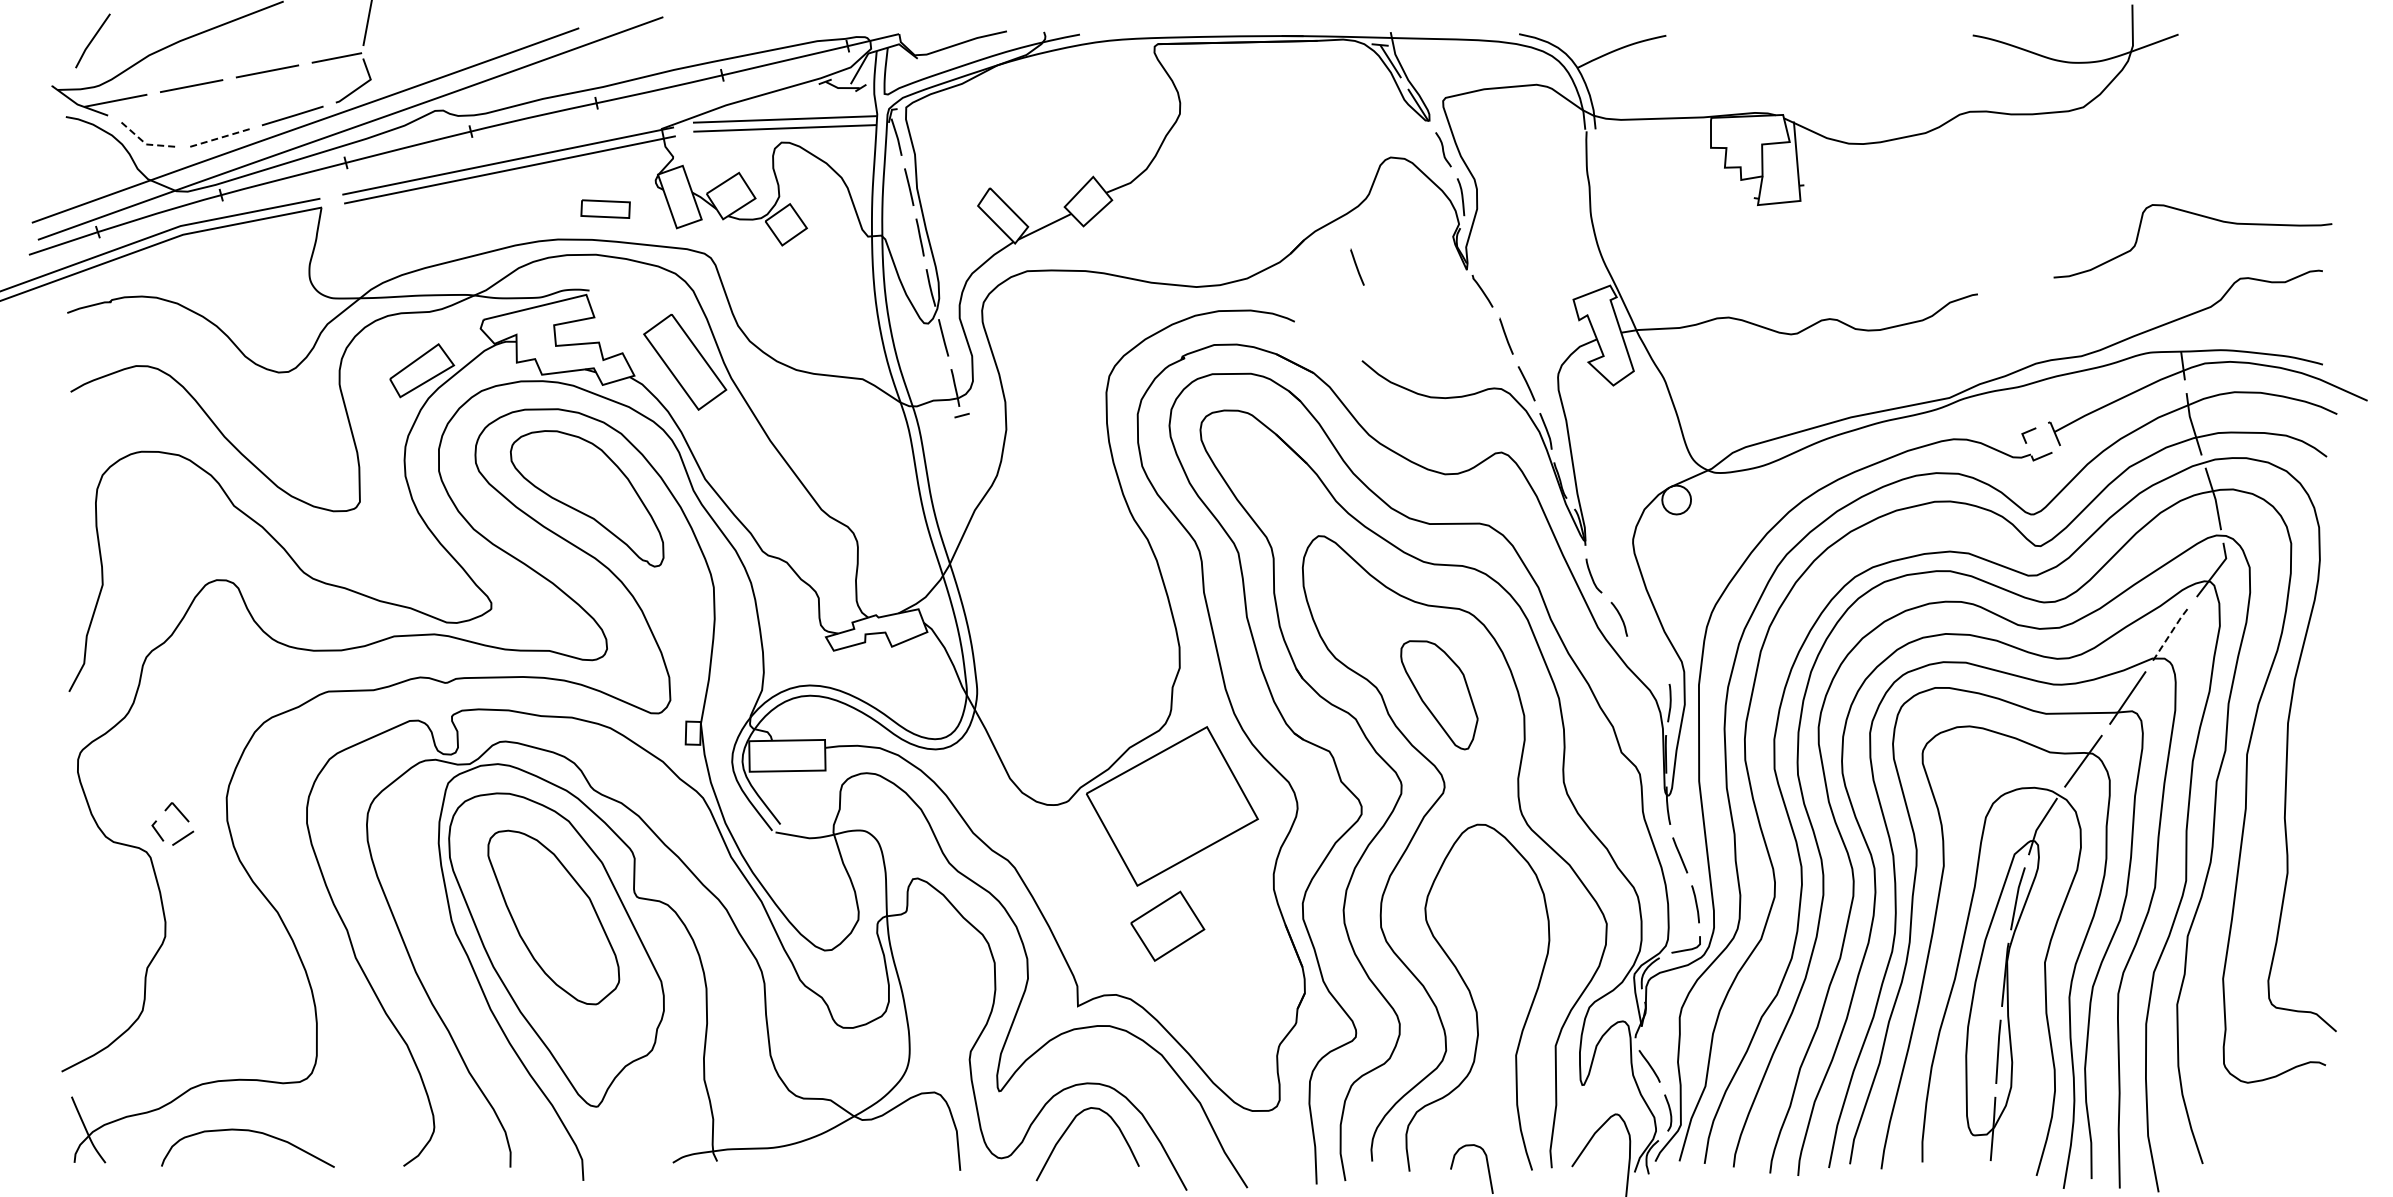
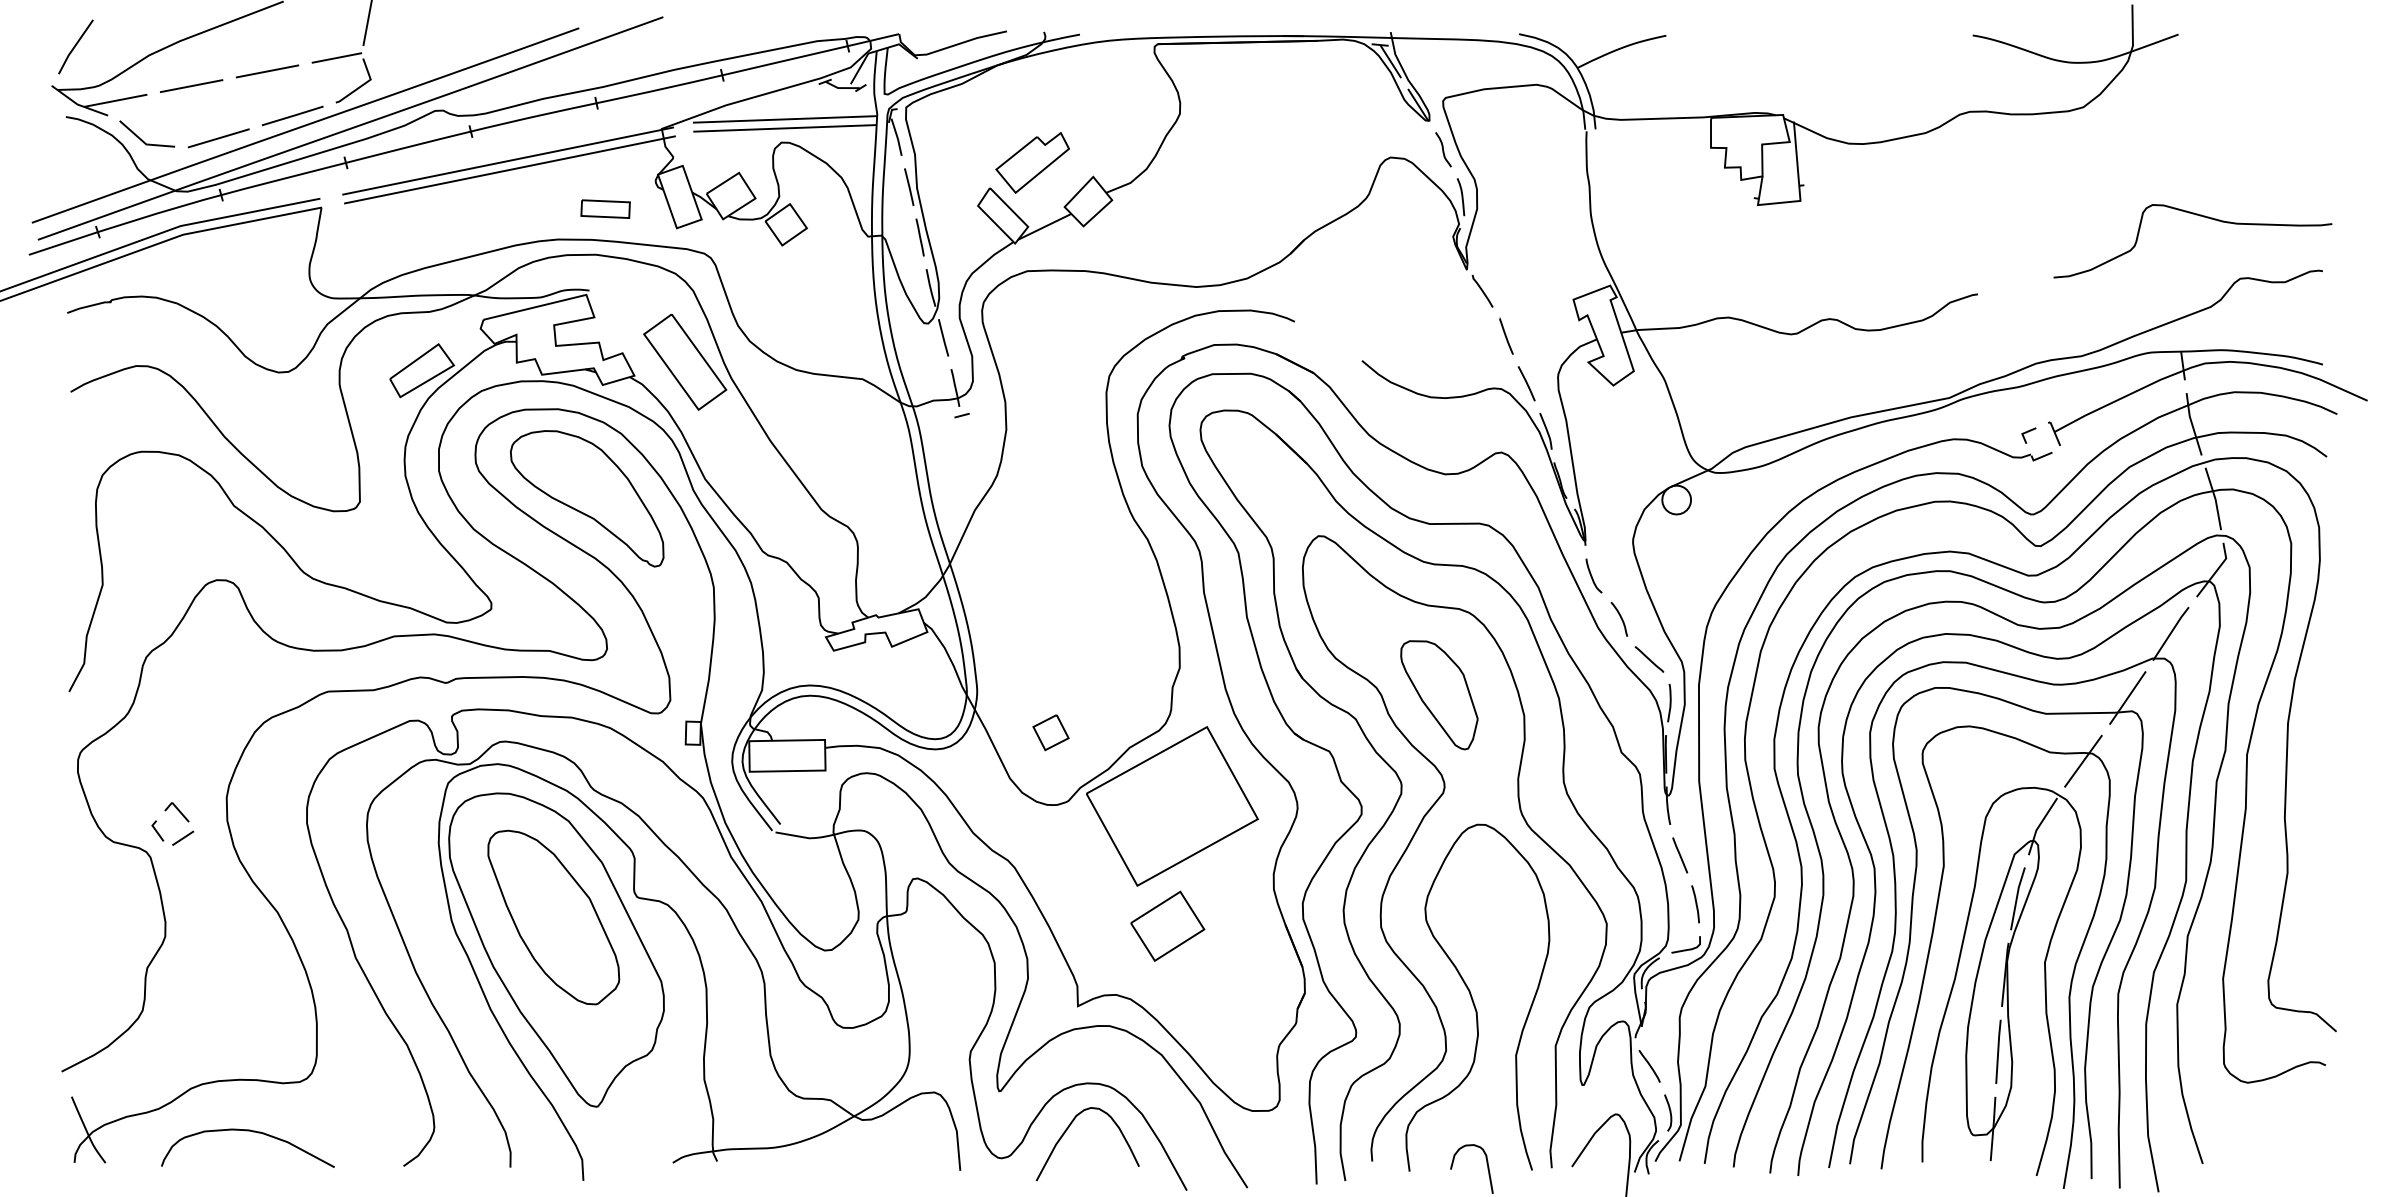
line at (92, 40) position: (92, 40) -> (75, 46)
line at (219, 138): dashed -> solid
line at (144, 142): dashed -> solid
part at (1032, 162): none -> present
line at (1357, 266): present -> none
line at (2170, 633): dashed -> solid
line at (1649, 659): none -> present
part at (1050, 732): none -> present
